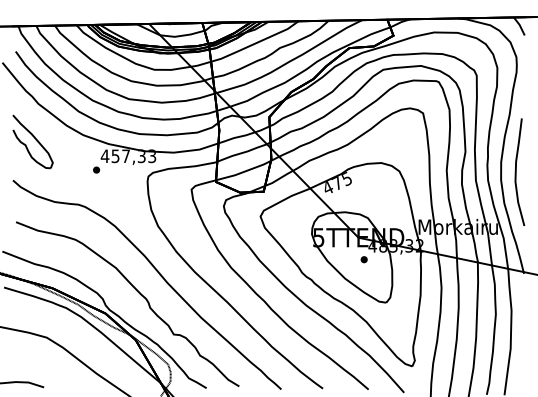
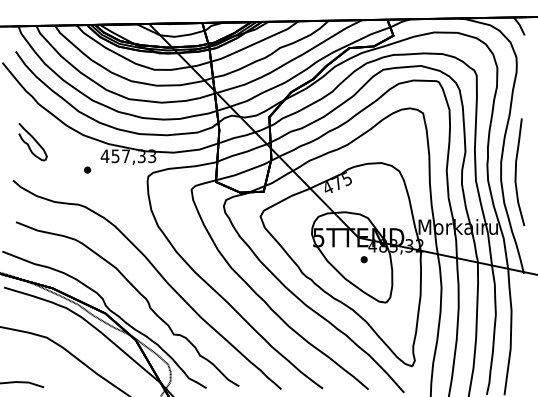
part at (32, 141) size: 42x56 px -> 30x40 px
part at (96, 169) position: (96, 169) -> (87, 169)
